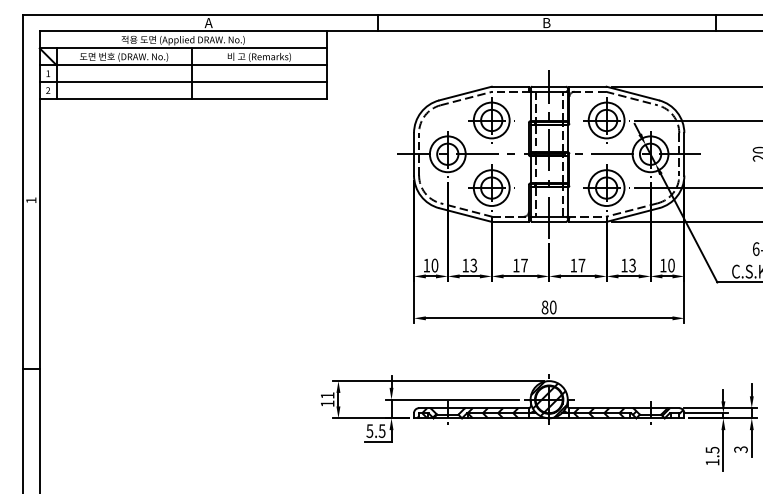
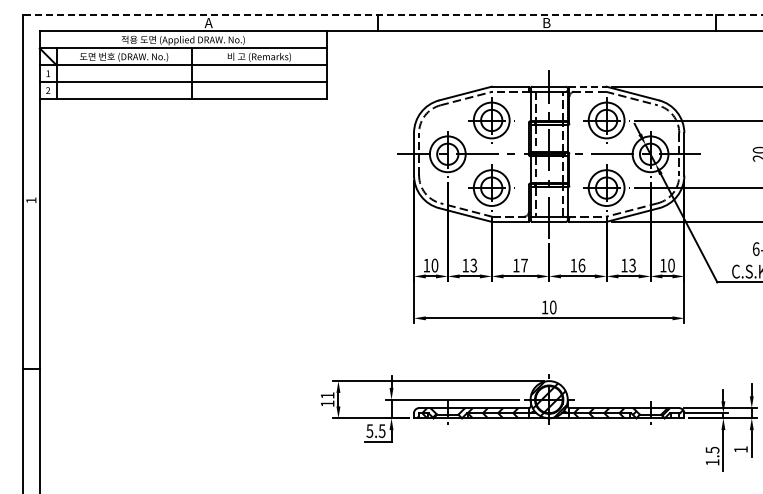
line at (392, 14): solid -> dashed
line at (588, 86): solid -> dashed
text at (581, 265): 17 -> 16
text at (544, 307): 80 -> 10
text at (740, 449): 3 -> 1
